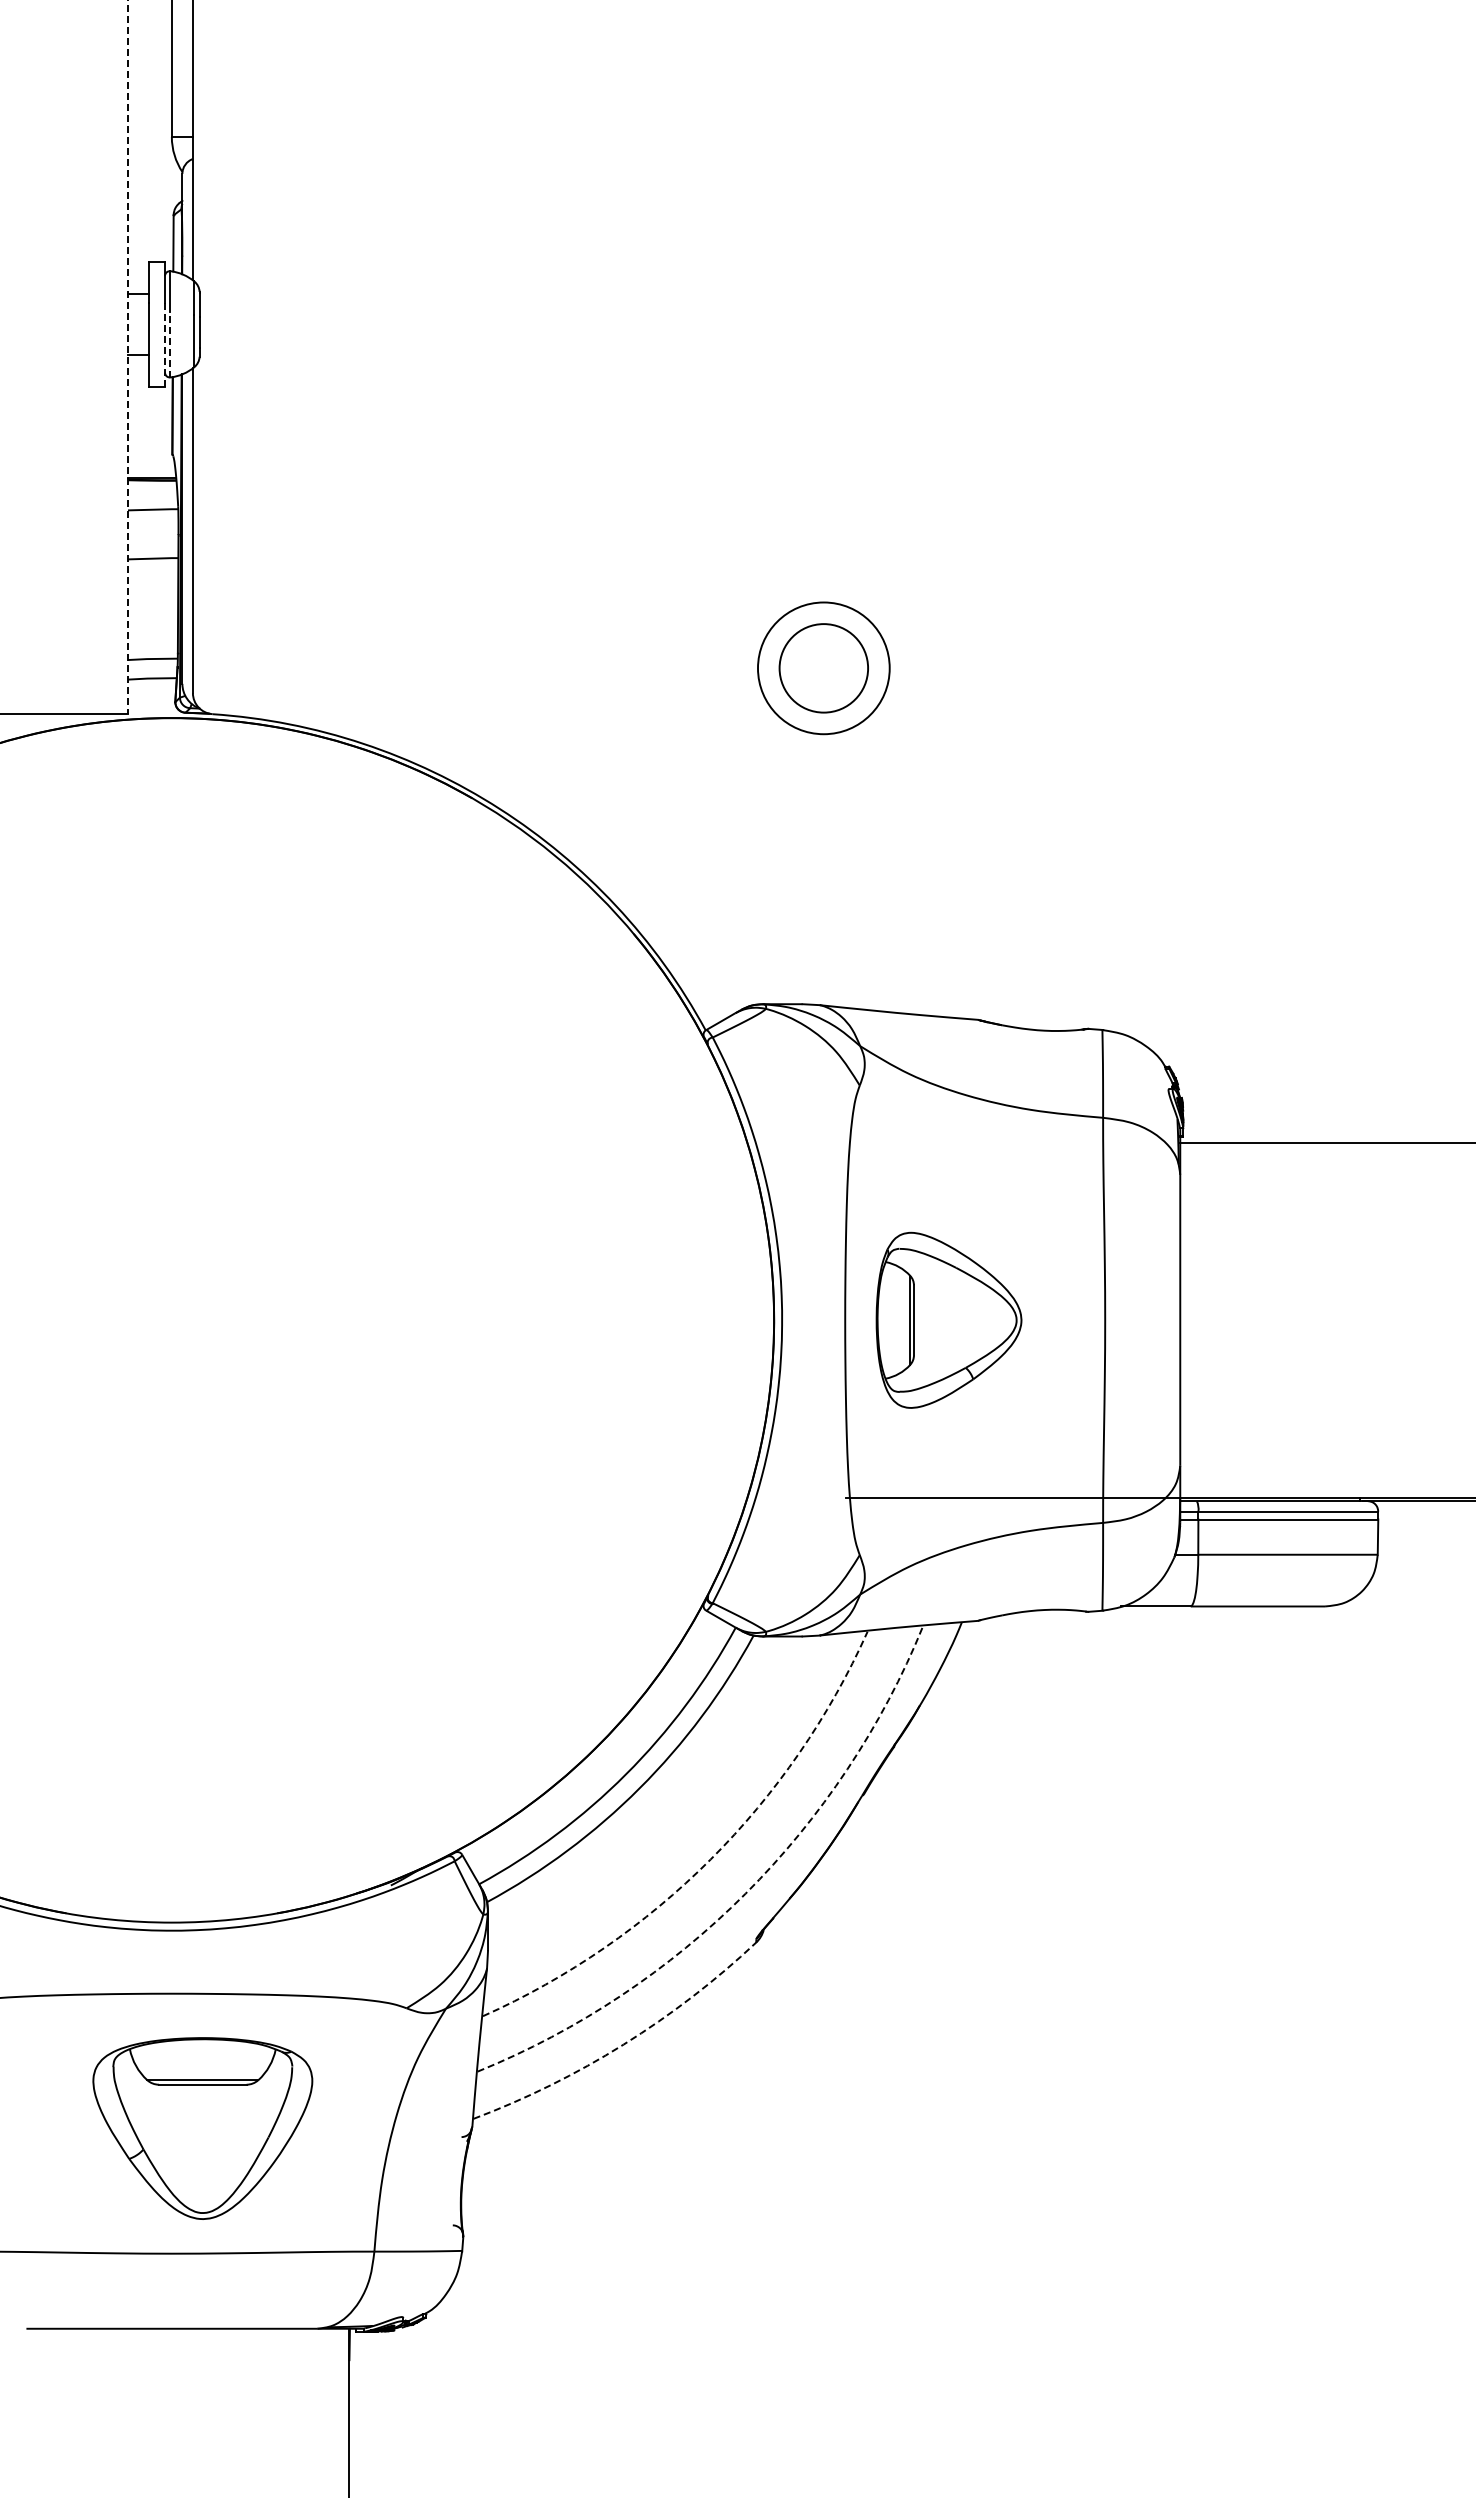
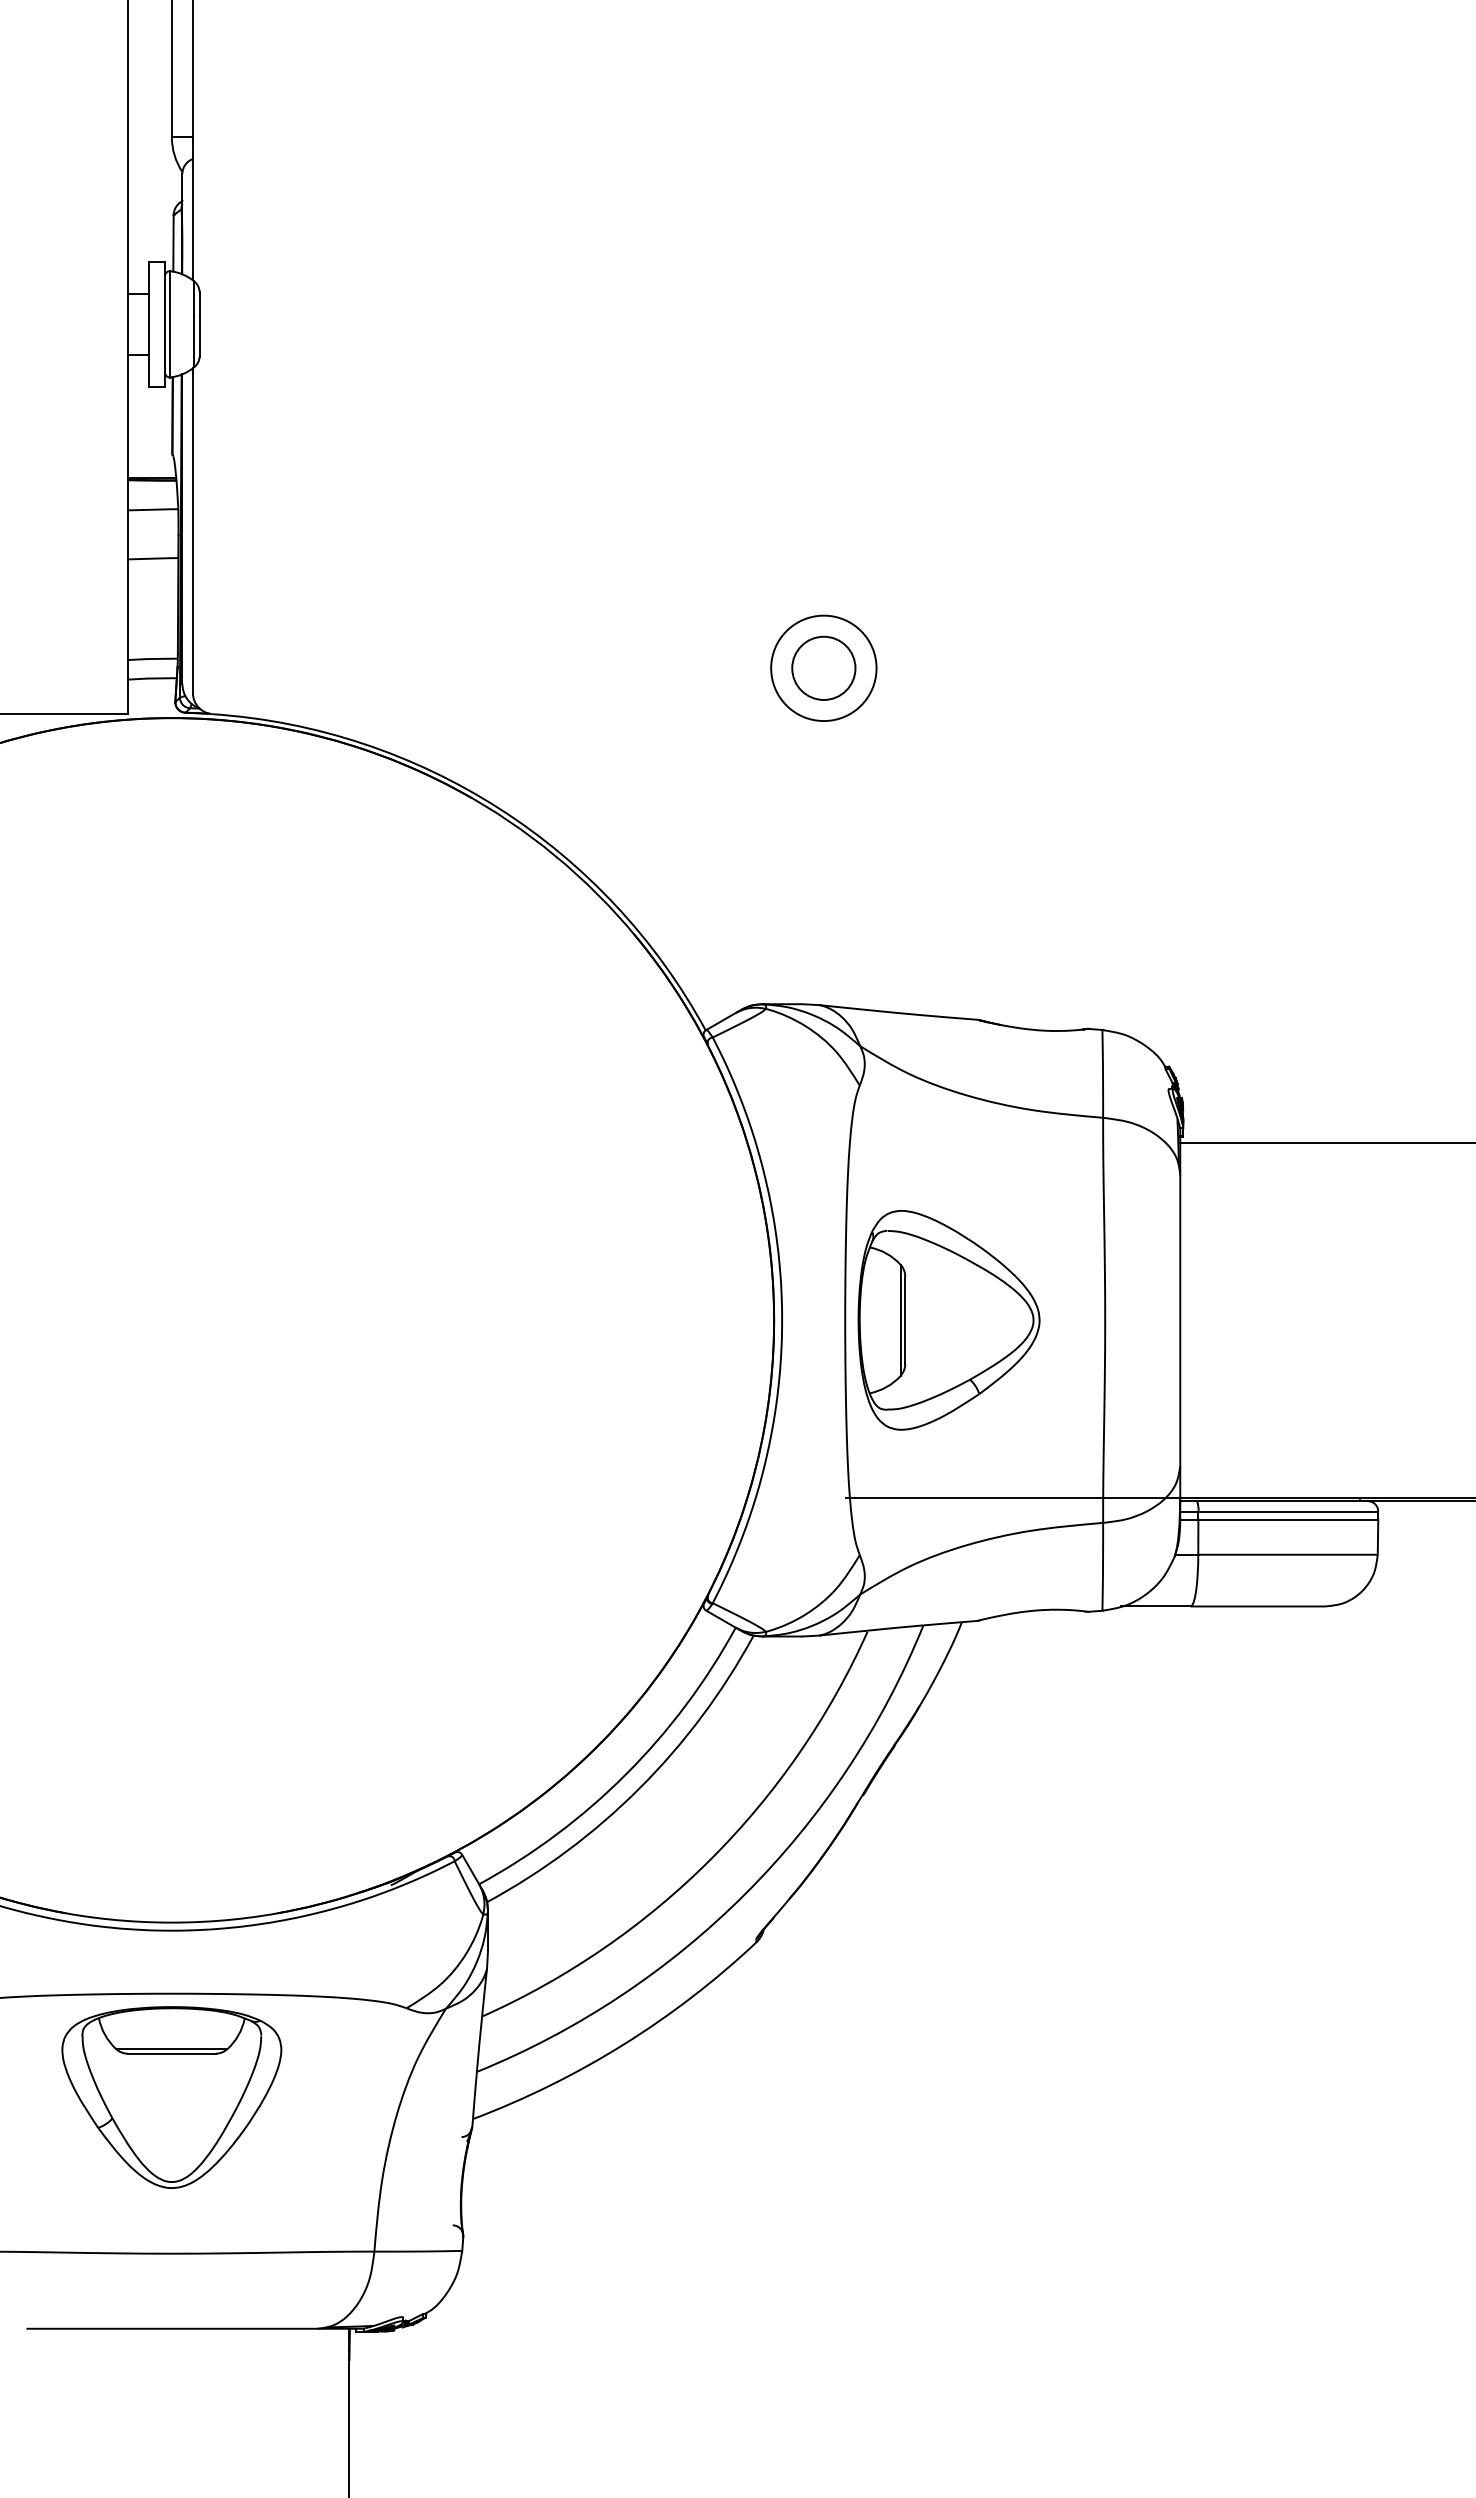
line at (164, 344): dashed -> solid
line at (170, 344): dashed -> solid
line at (128, 357): dashed -> solid
circle at (823, 668) diameter: 132 px -> 105 px
circle at (823, 668) diameter: 89 px -> 63 px
part at (948, 1319) size: 148x178 px -> 184x221 px
arc at (710, 1859): dashed -> solid
arc at (745, 1893): dashed -> solid
arc at (623, 2044): dashed -> solid
part at (202, 2128) position: (202, 2128) -> (171, 2097)
